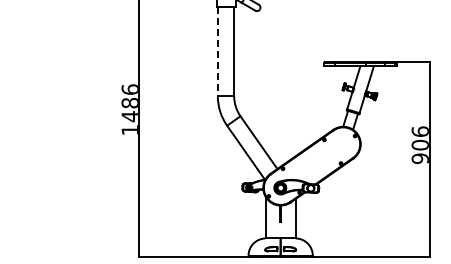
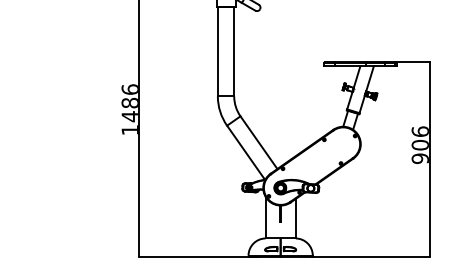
line at (217, 51): dashed -> solid
